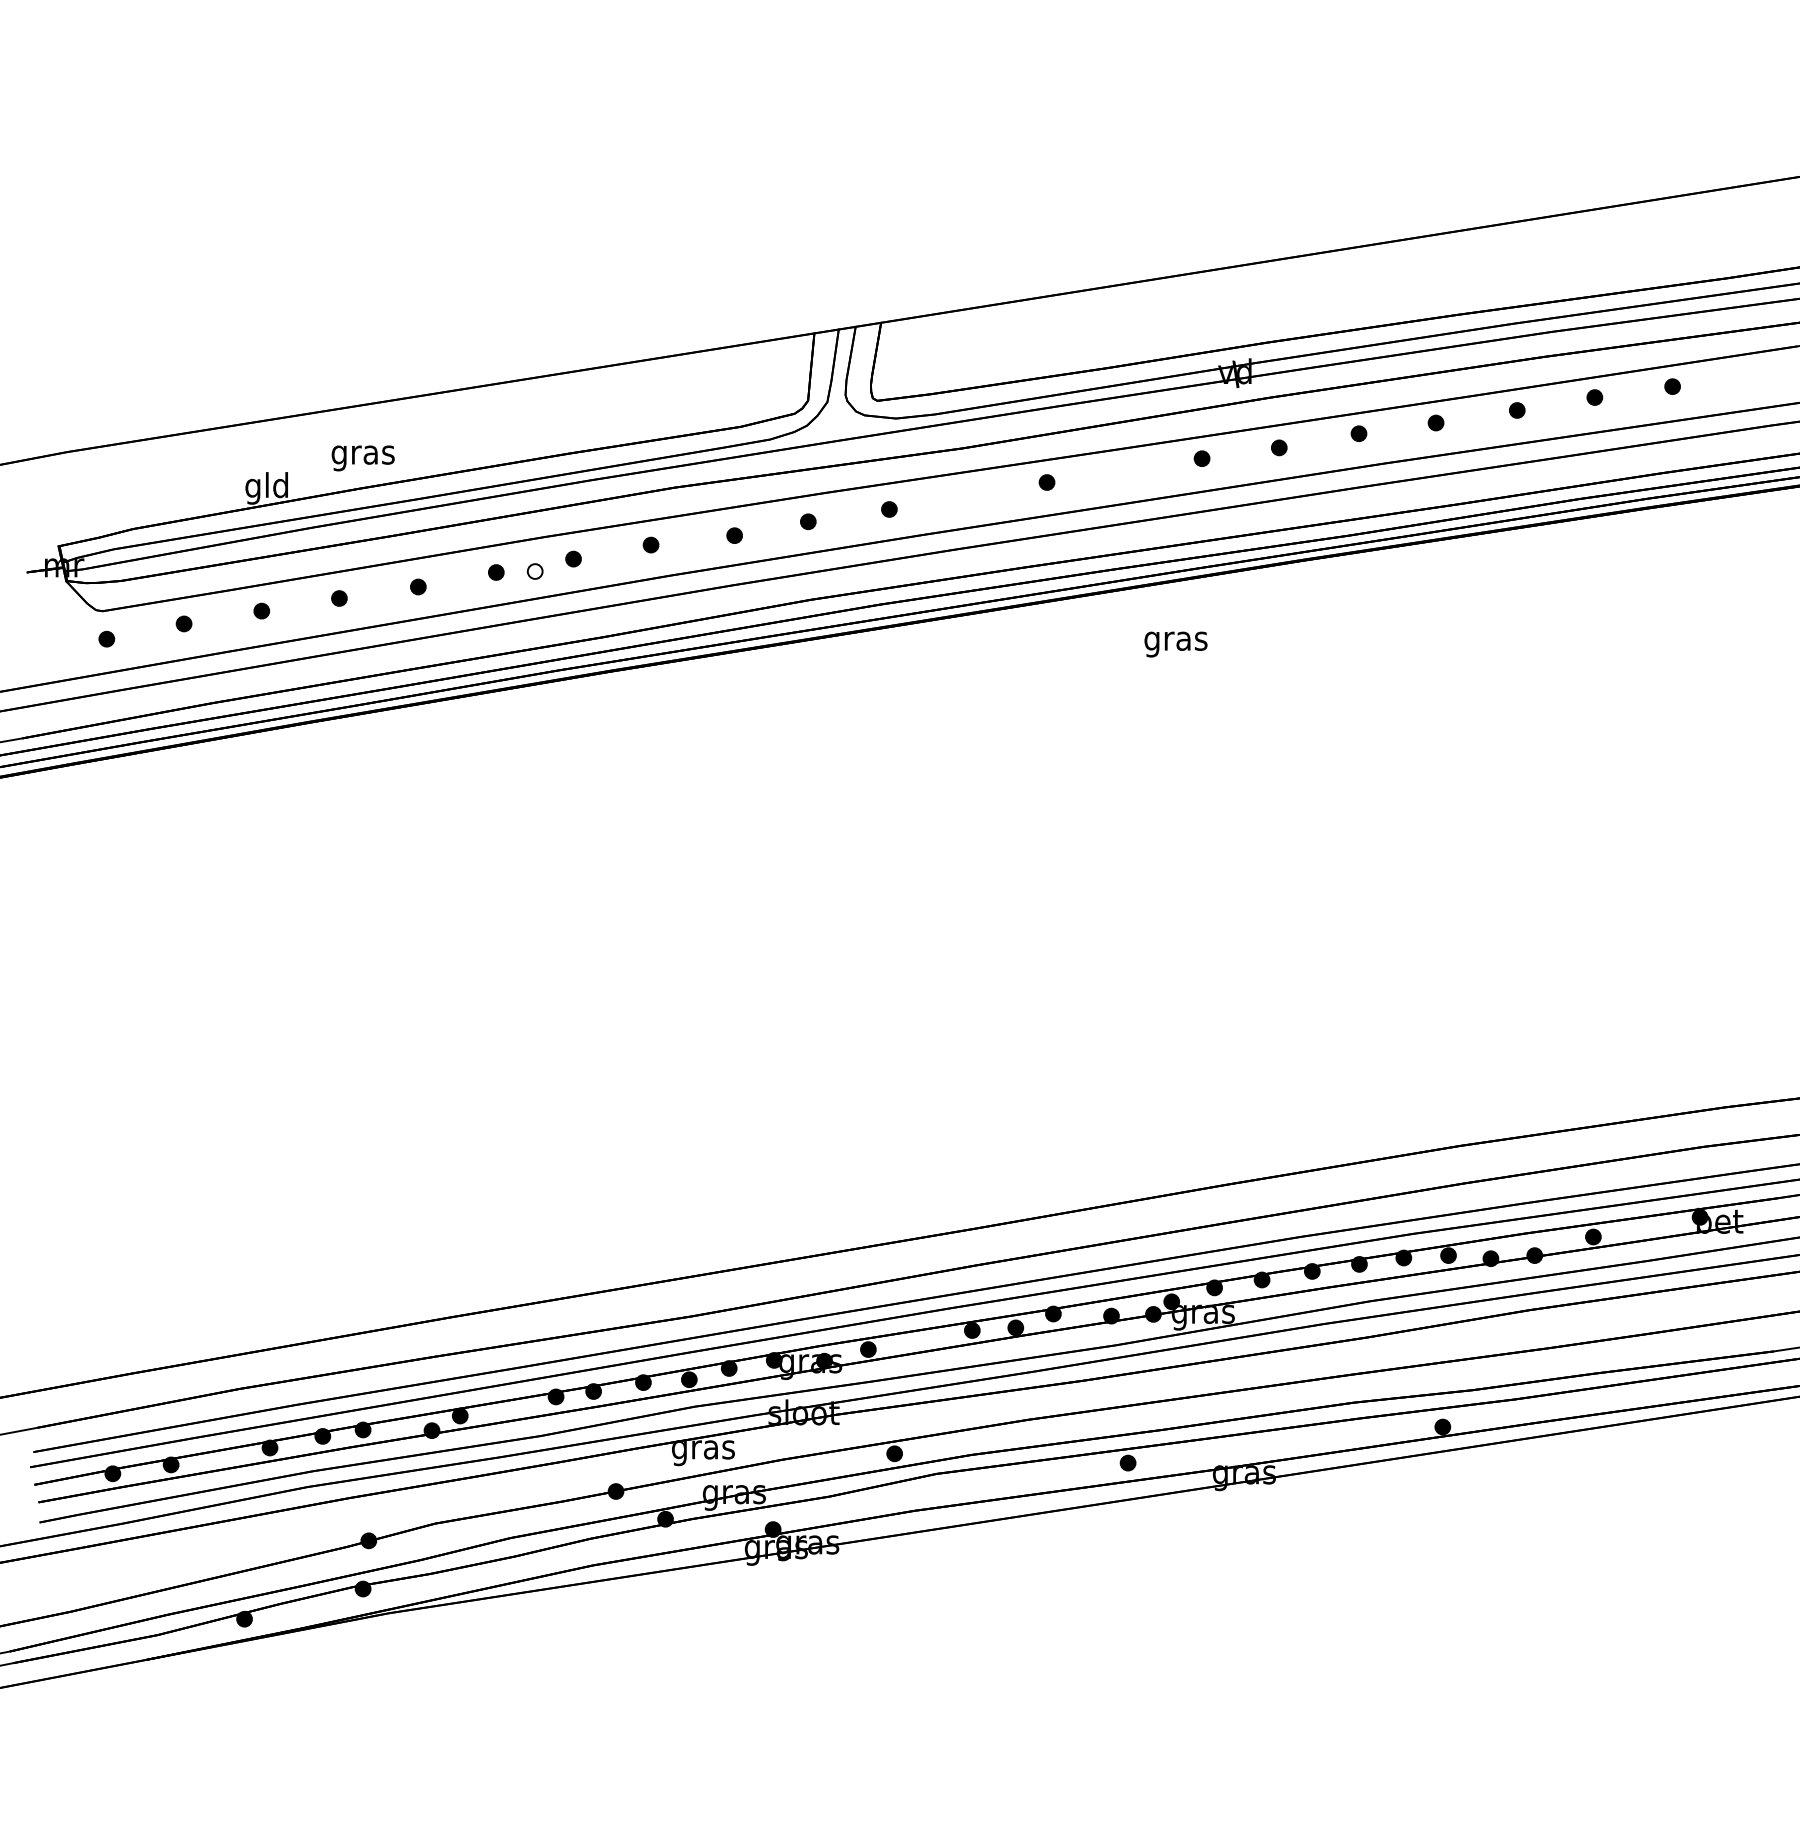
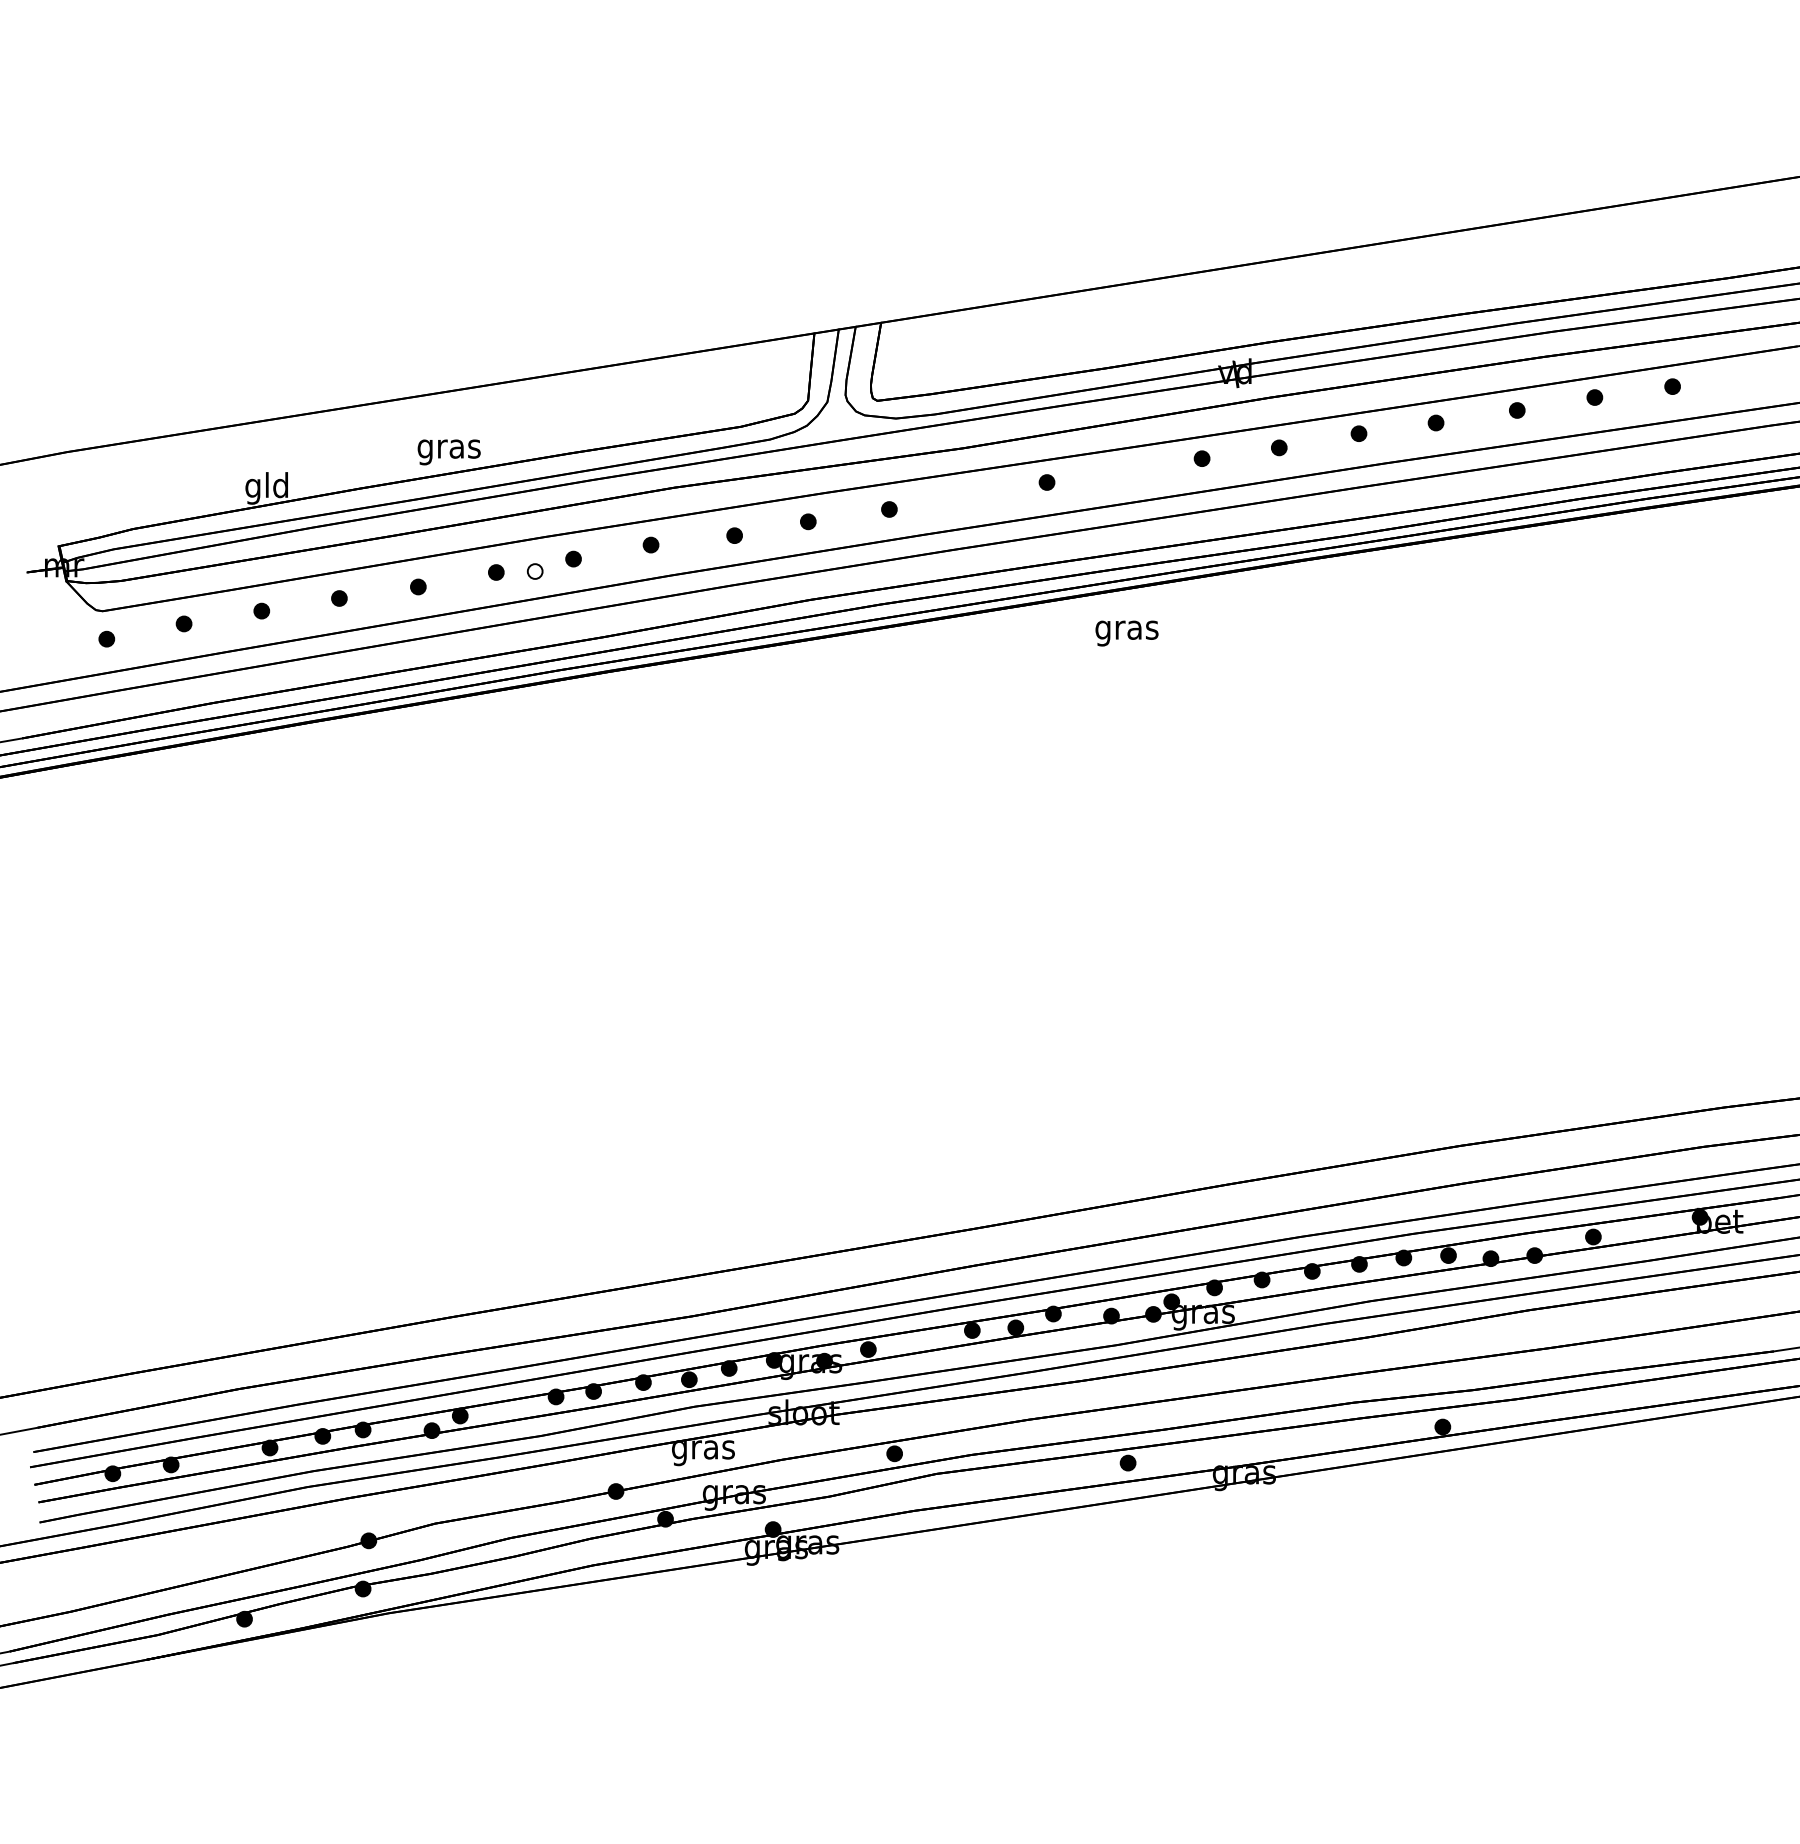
text at (362, 458) position: (362, 458) -> (448, 452)
text at (1175, 644) position: (1175, 644) -> (1126, 633)
